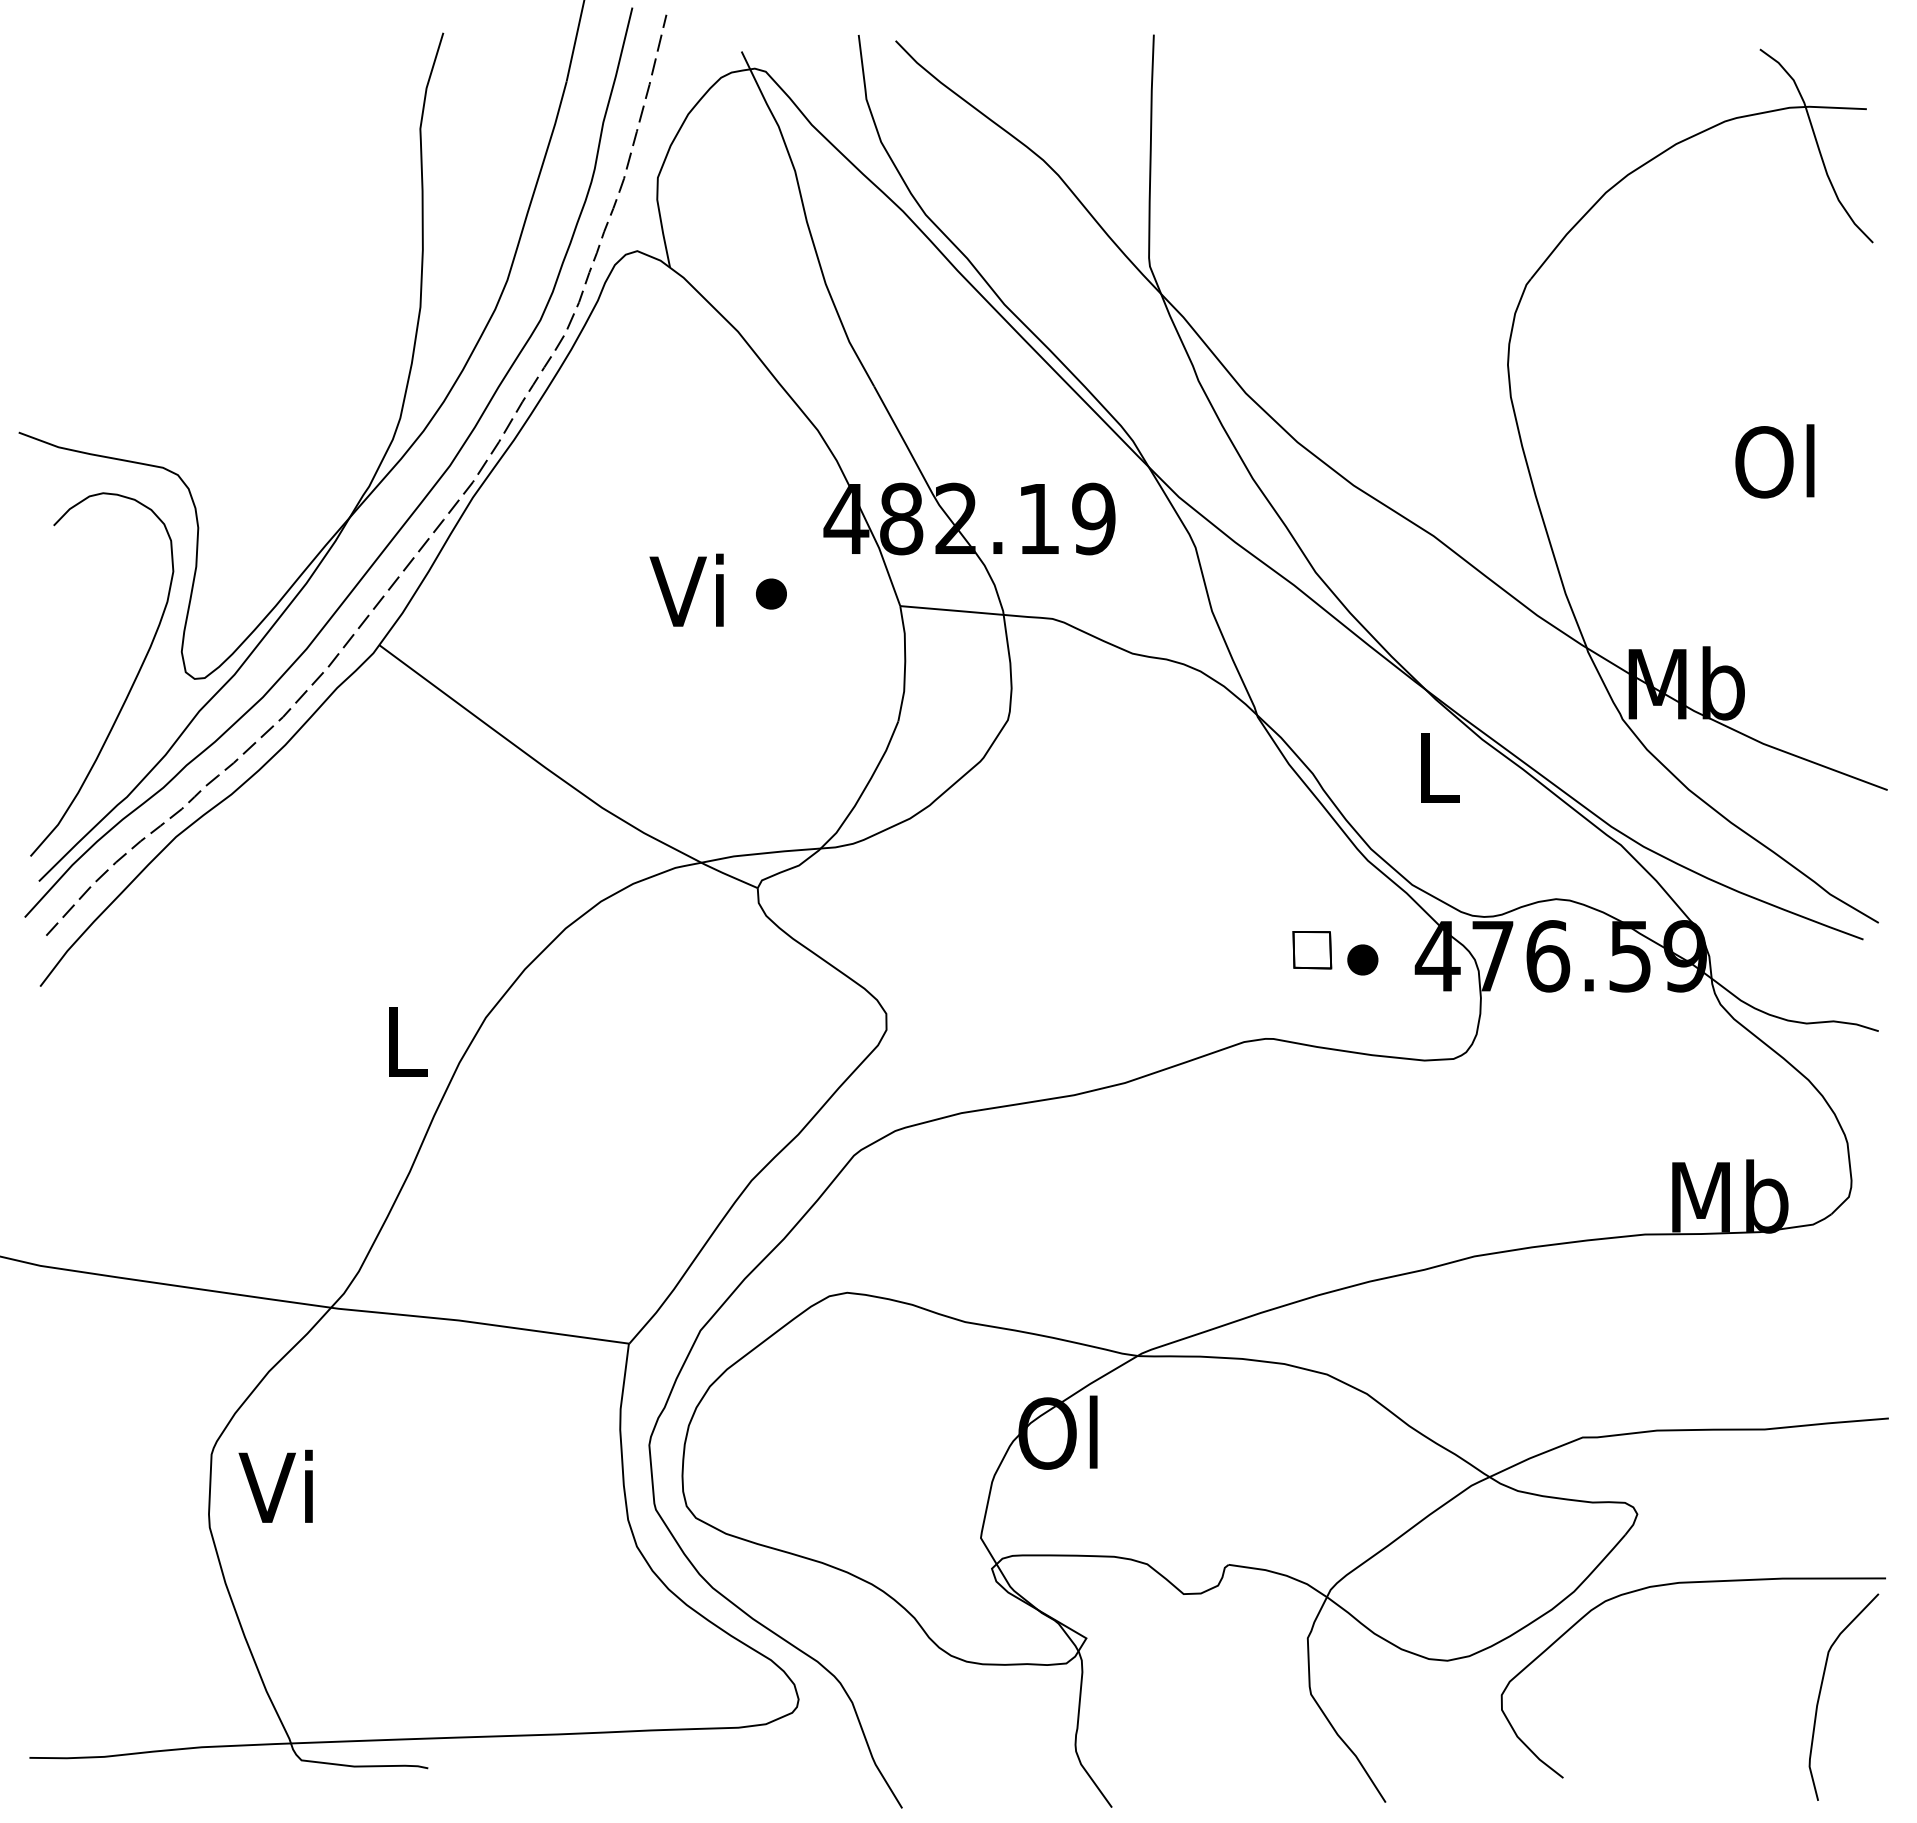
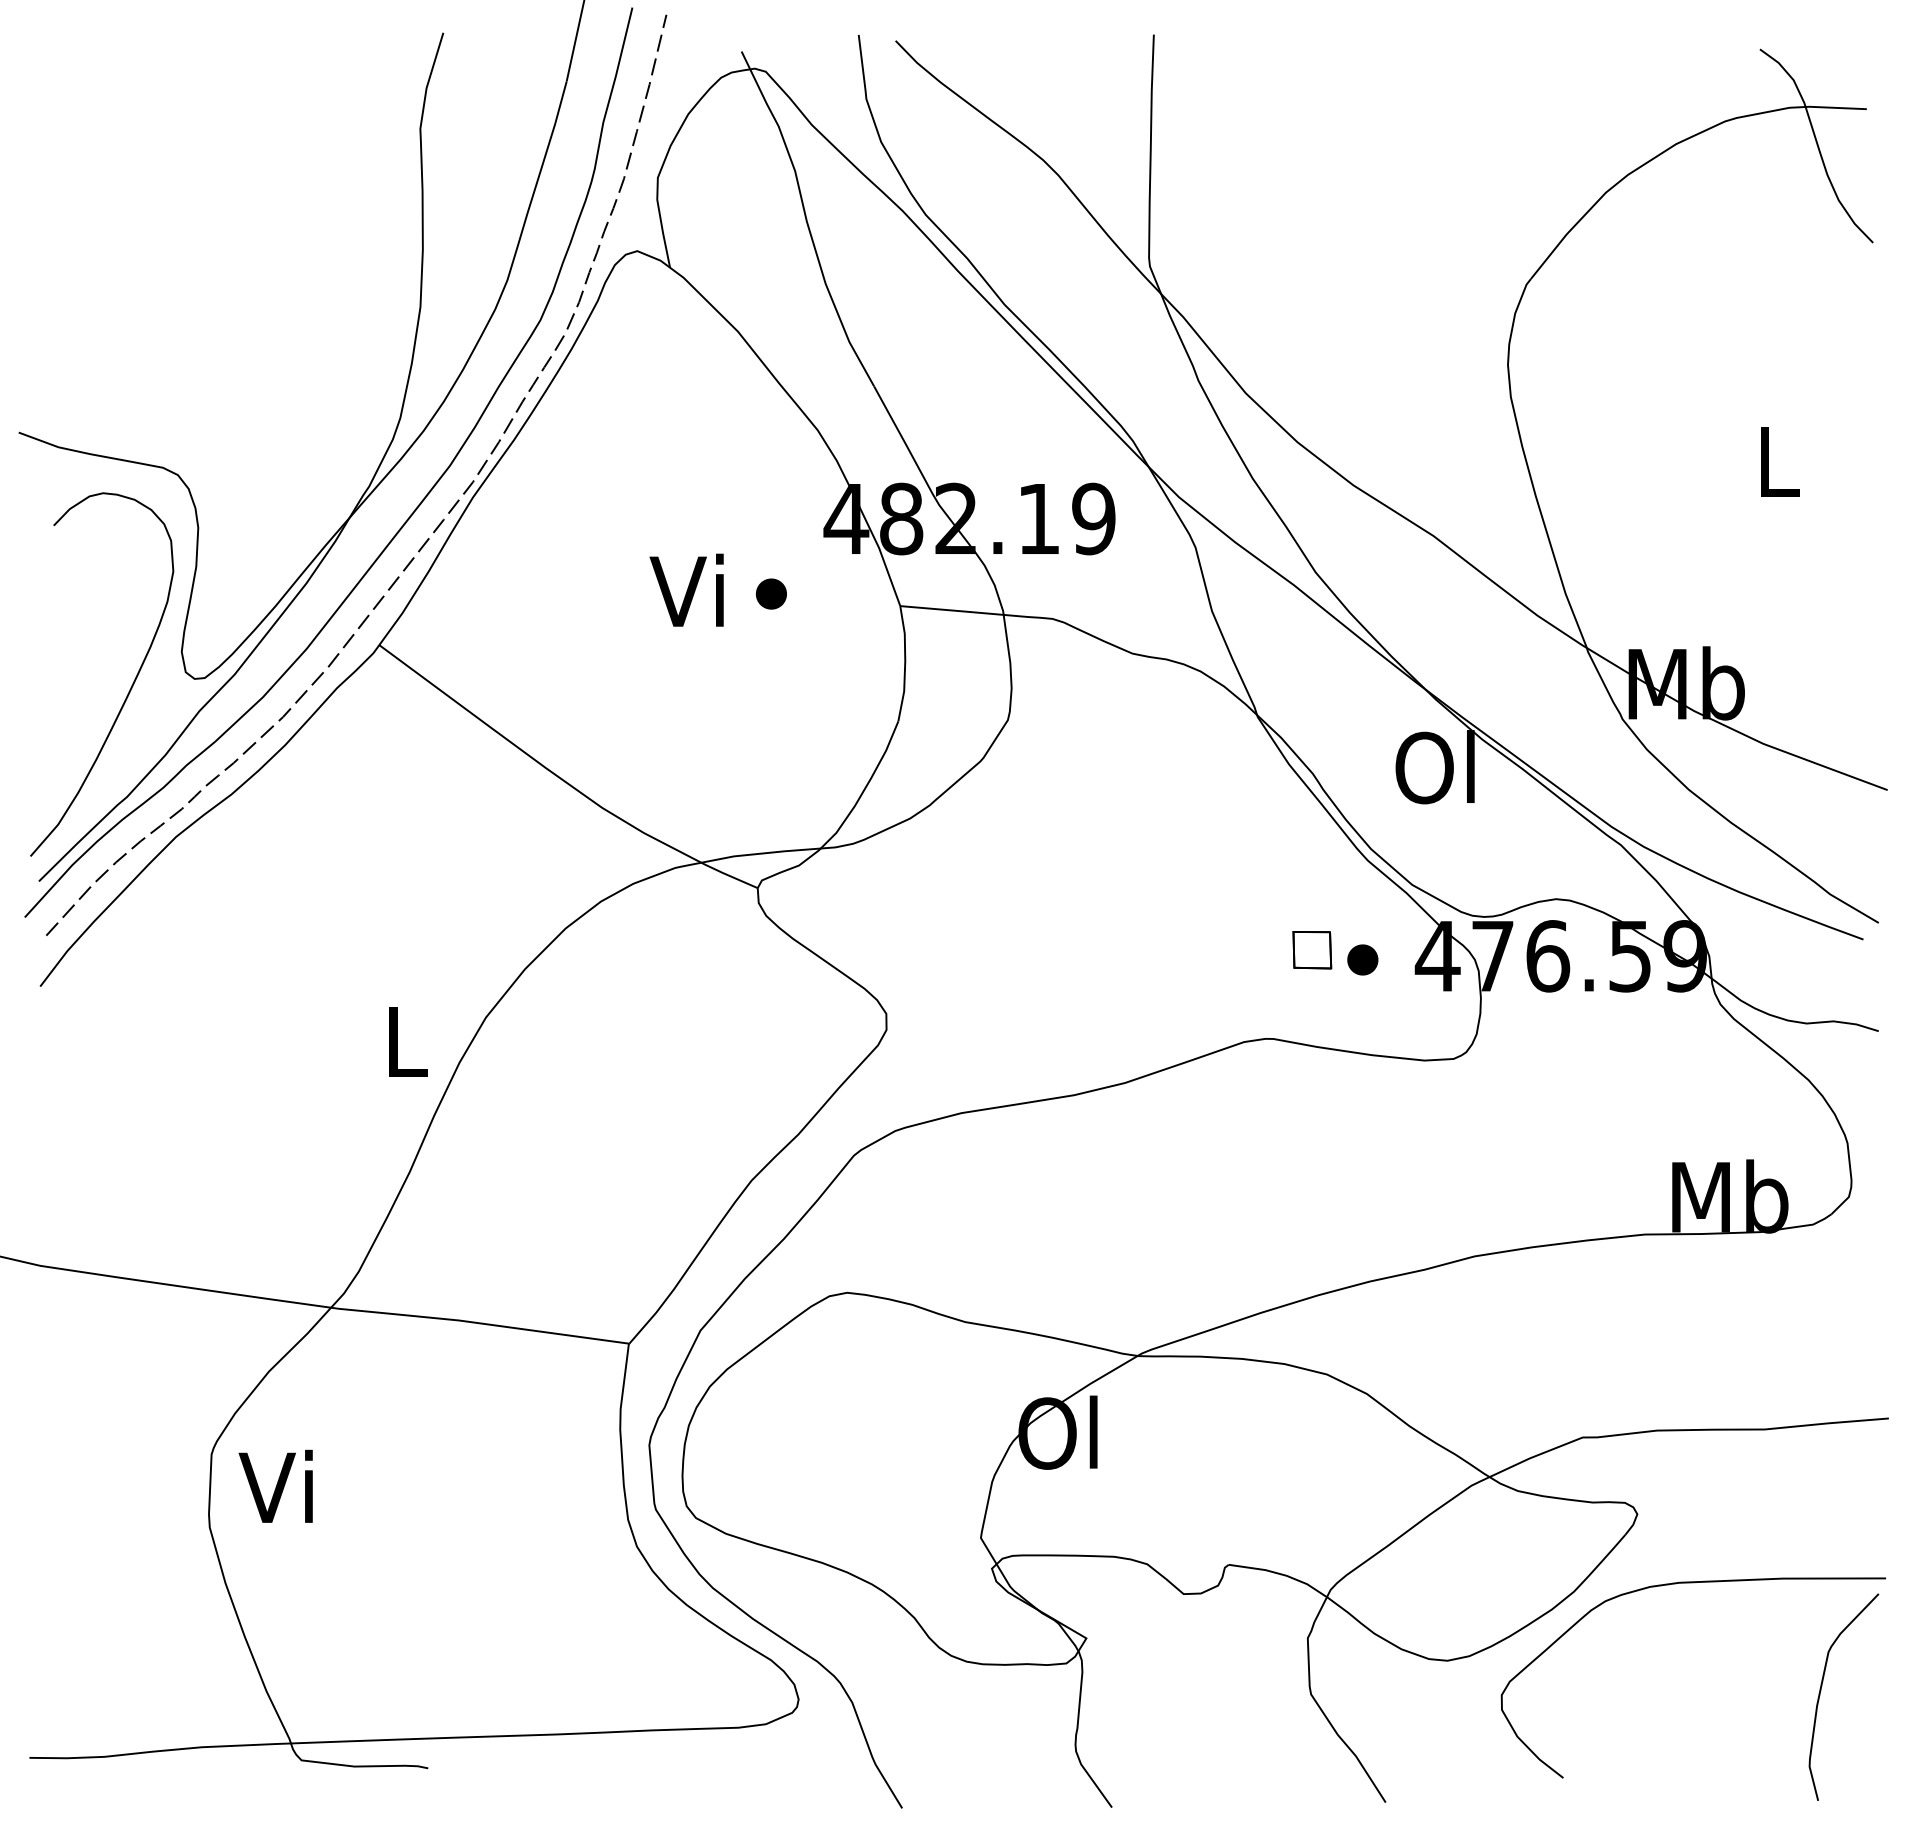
text at (1774, 461): Ol -> L
text at (1434, 767): L -> Ol
